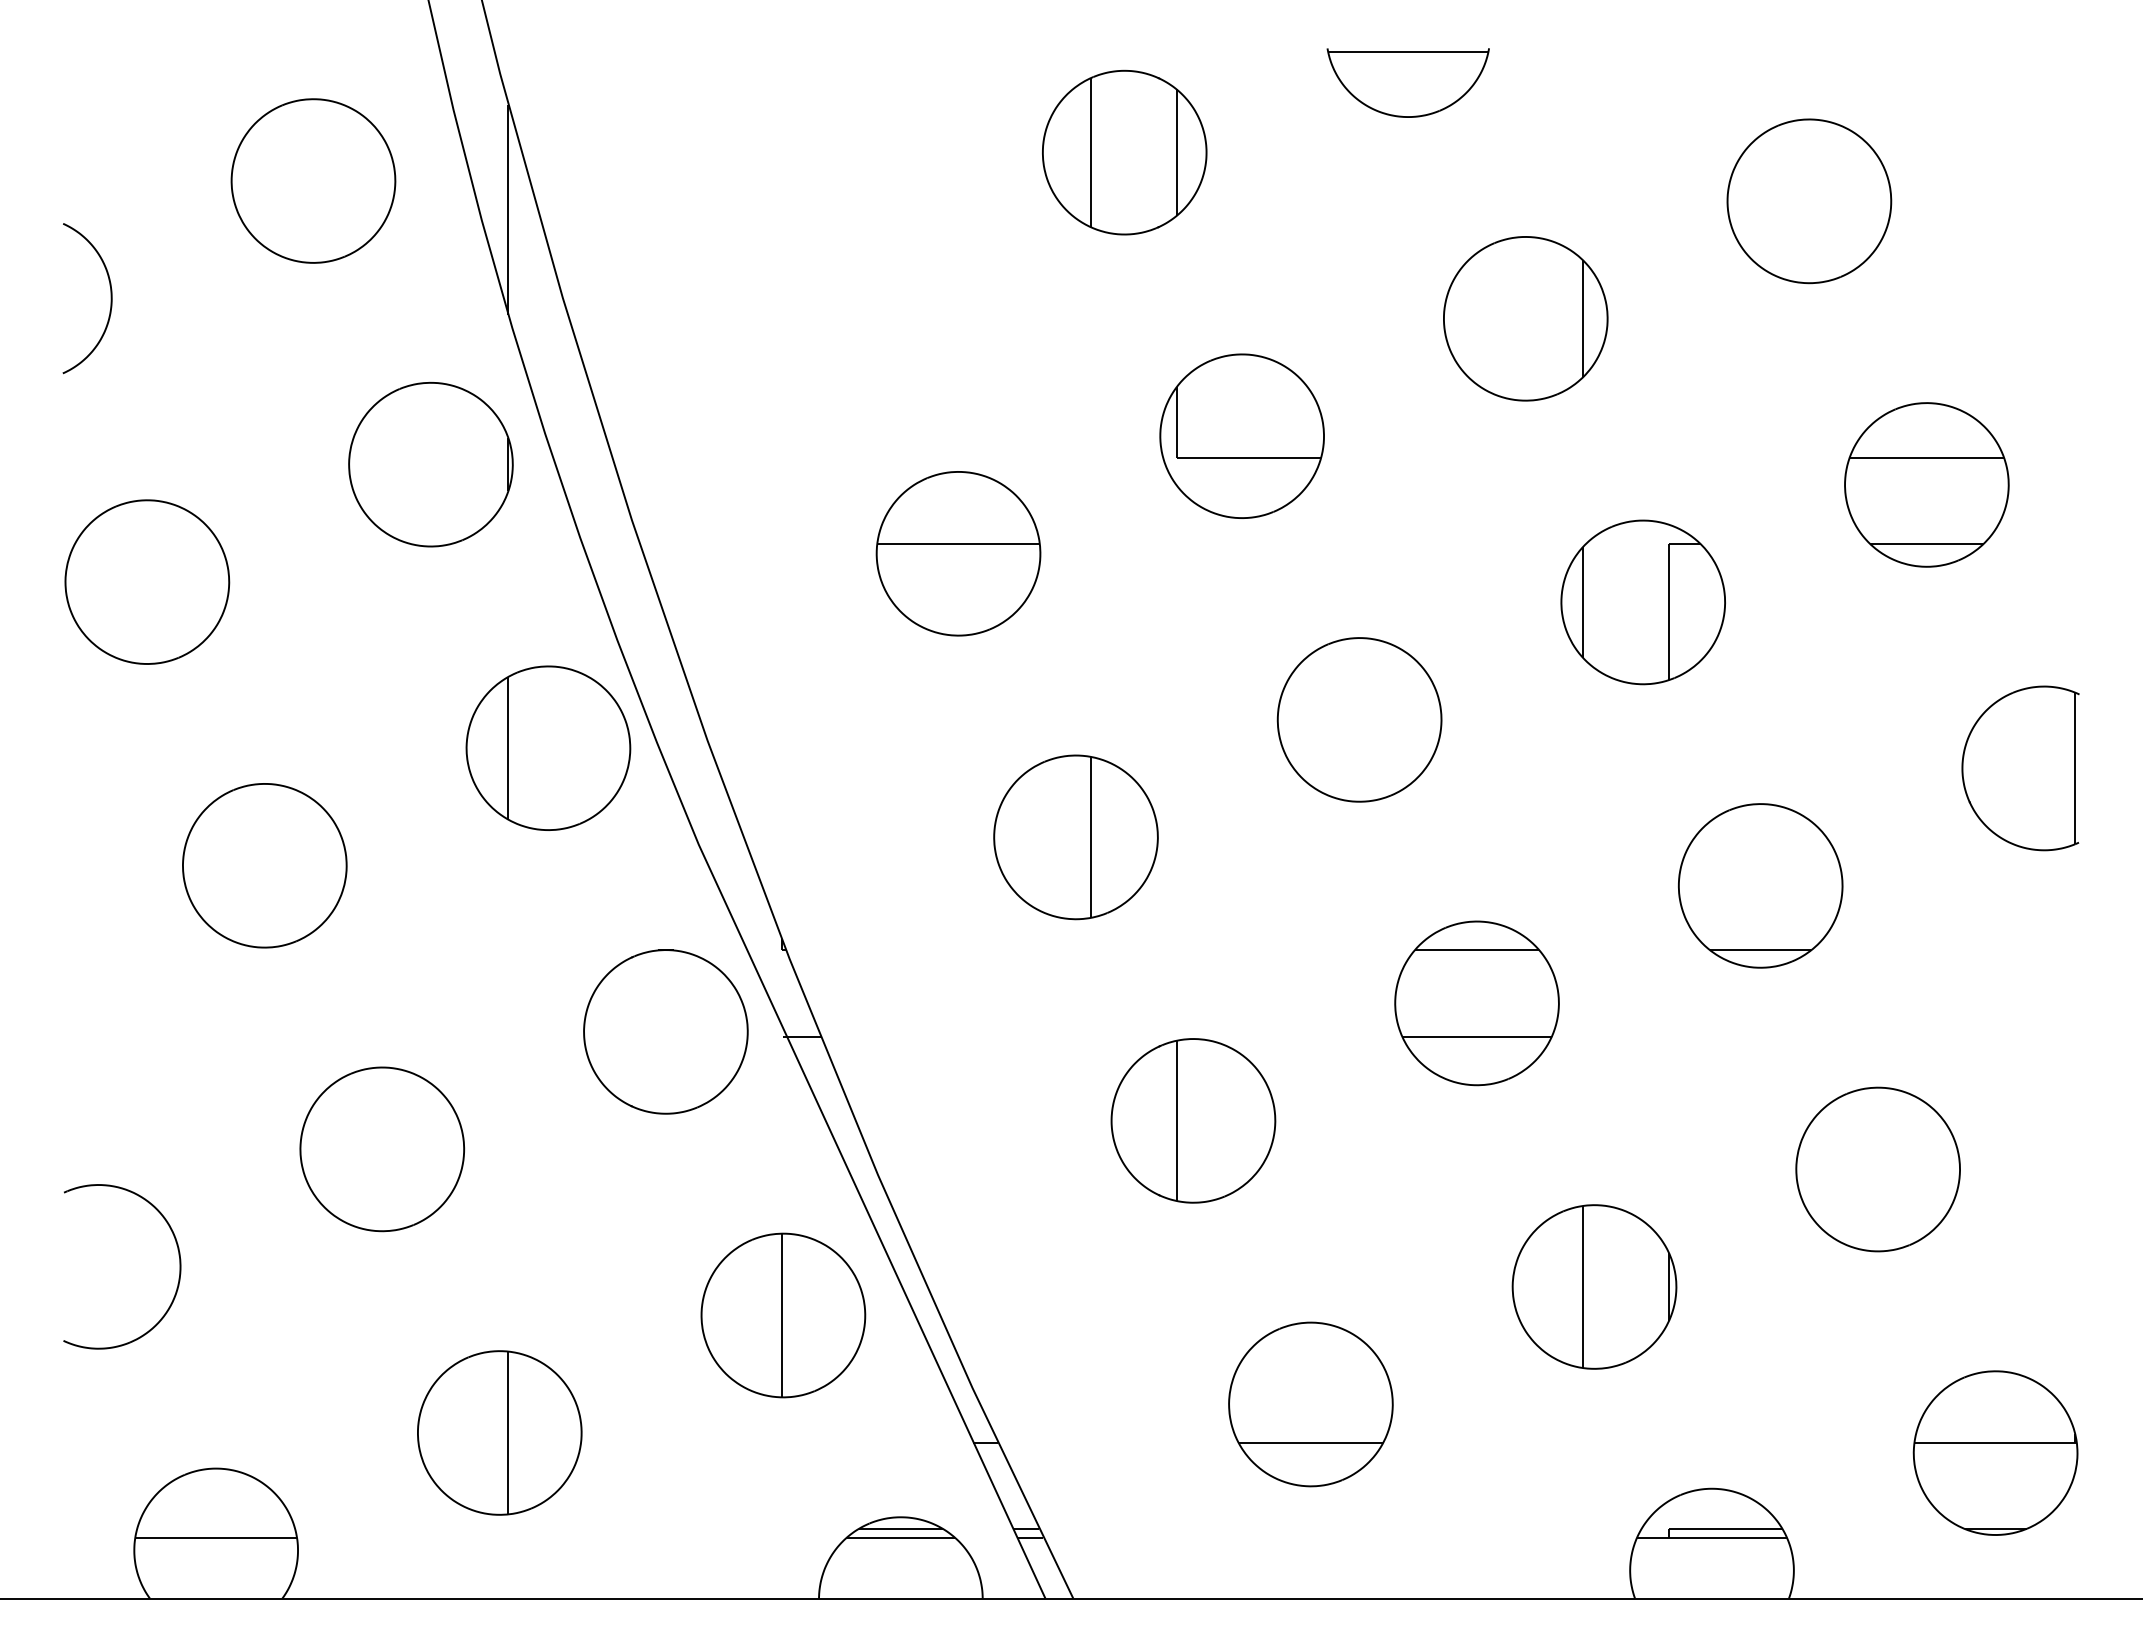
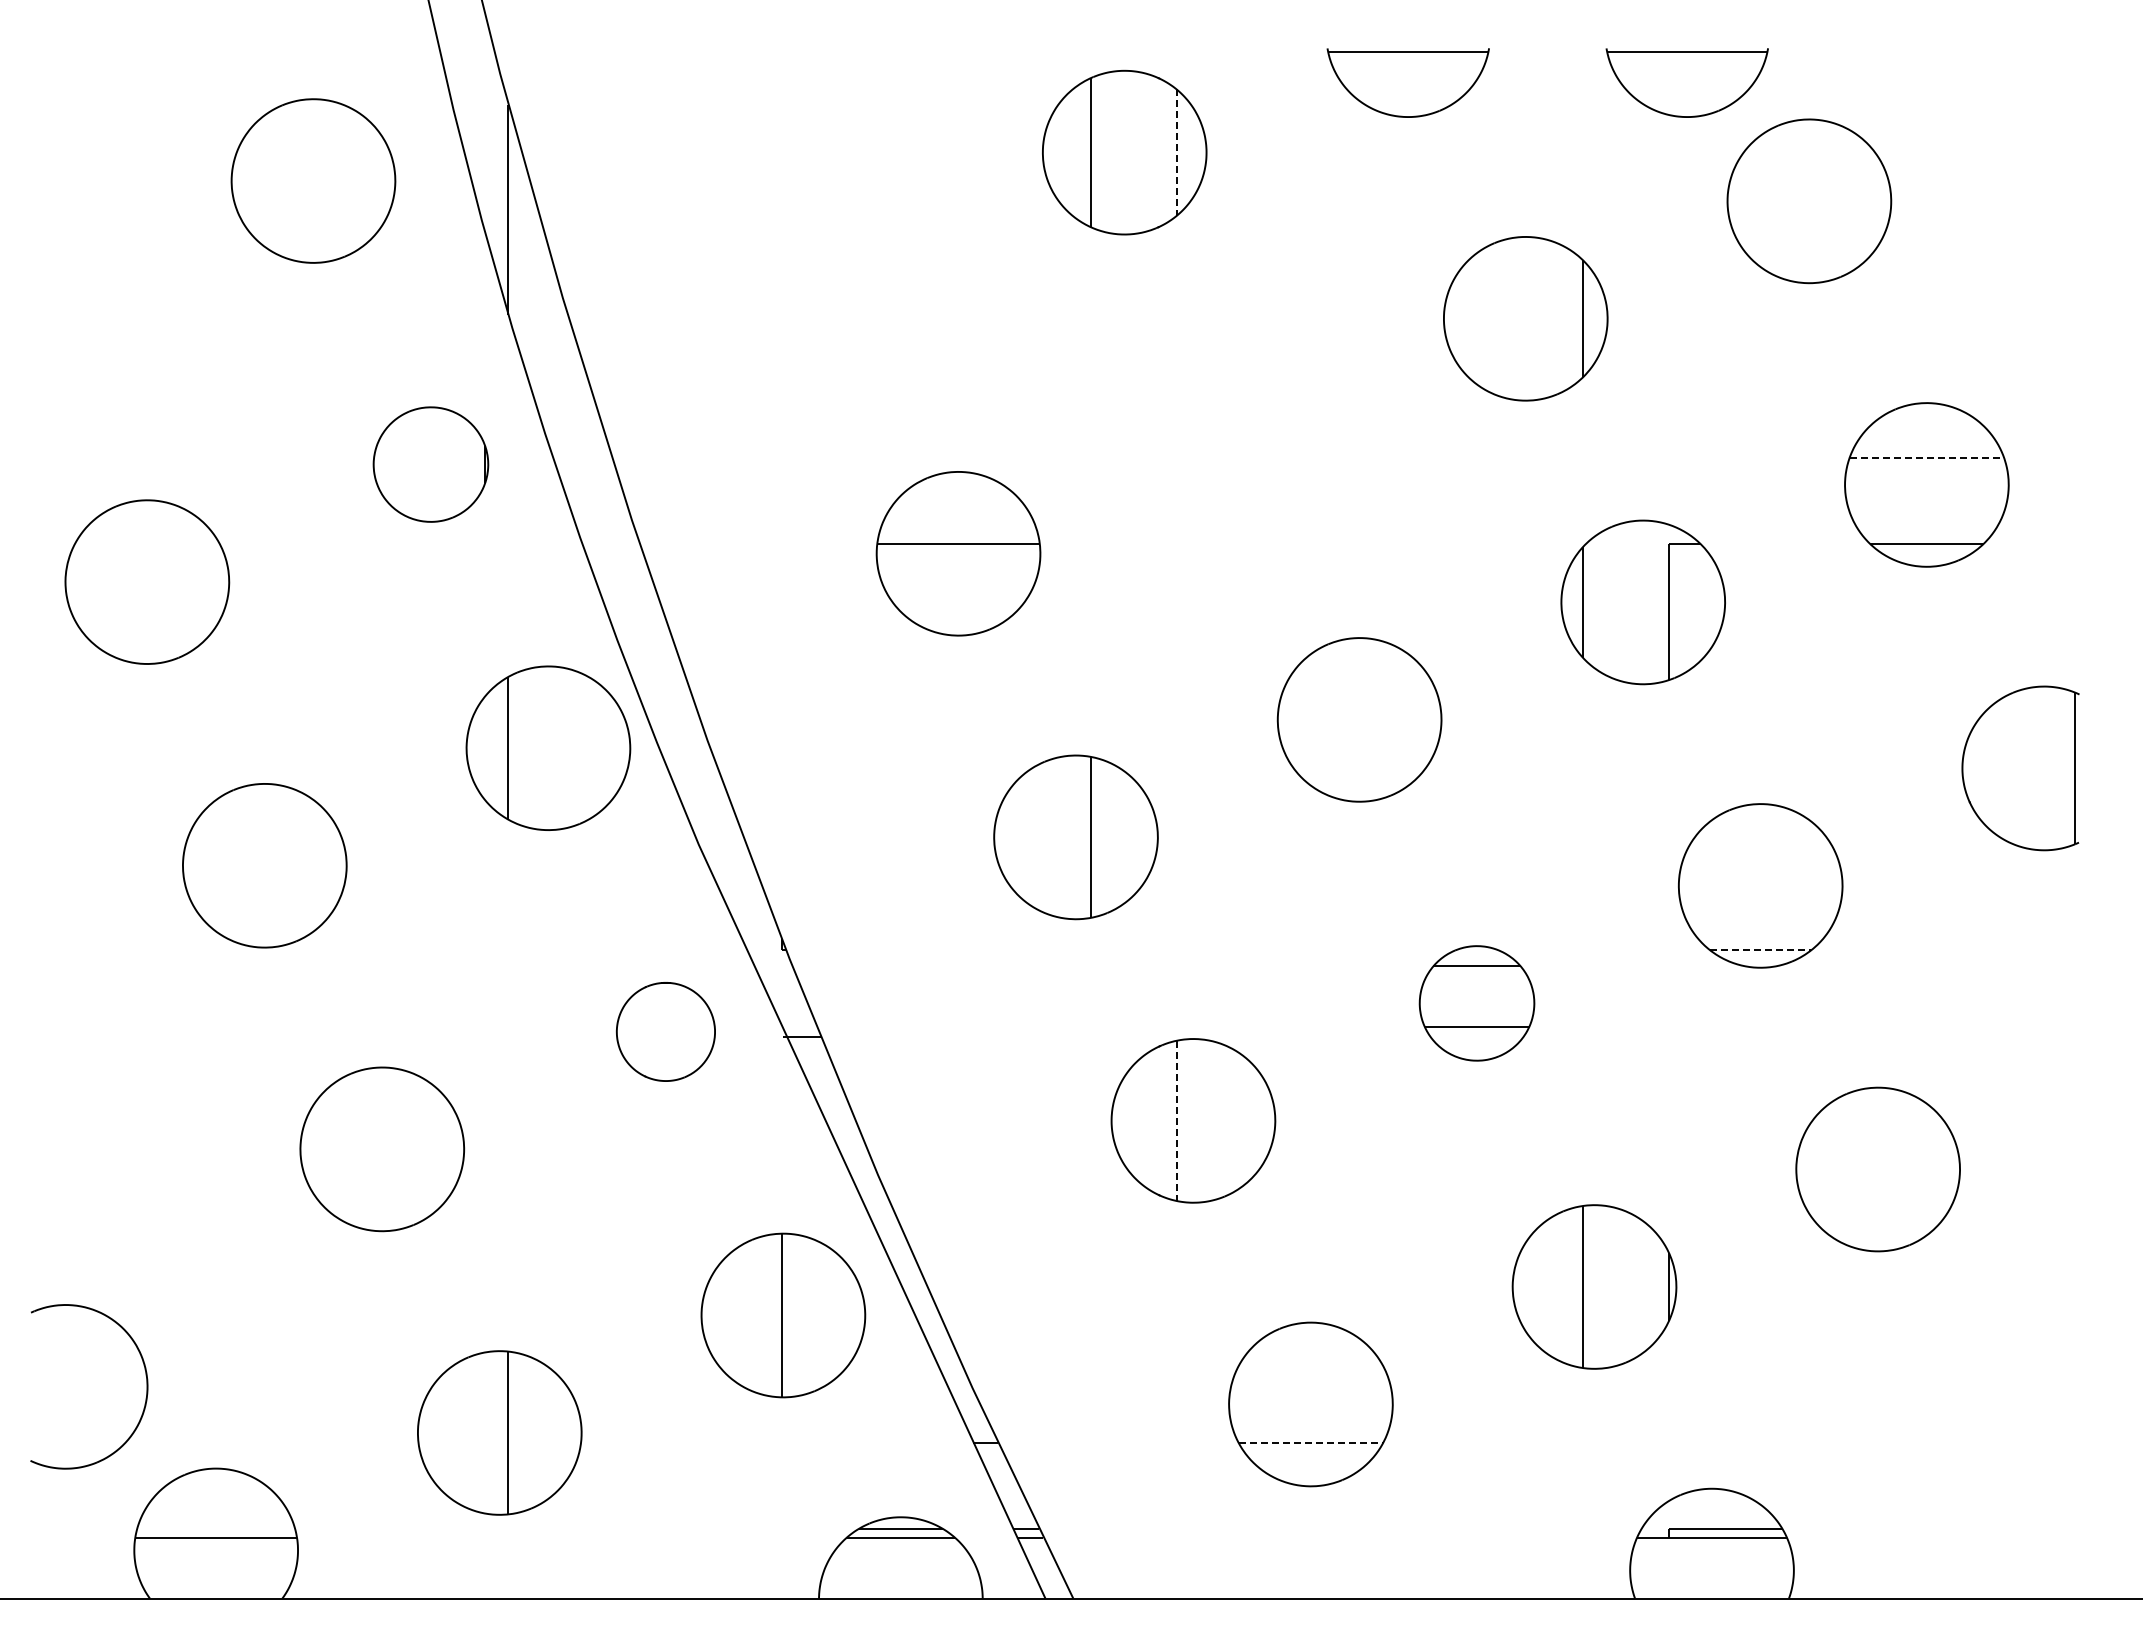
part at (1686, 82): none -> present
line at (1176, 153): solid -> dashed
curve at (110, 298): present -> none
part at (1241, 435): present -> none
line at (1927, 458): solid -> dashed
part at (430, 464) size: 166x167 px -> 118x117 px
line at (1761, 950): solid -> dashed
part at (1476, 1003) size: 166x167 px -> 118x117 px
part at (665, 1031) size: 166x166 px -> 101x100 px
line at (1176, 1121): solid -> dashed
part at (179, 1266) position: (179, 1266) -> (146, 1386)
line at (1311, 1442): solid -> dashed
part at (1995, 1452): present -> none
